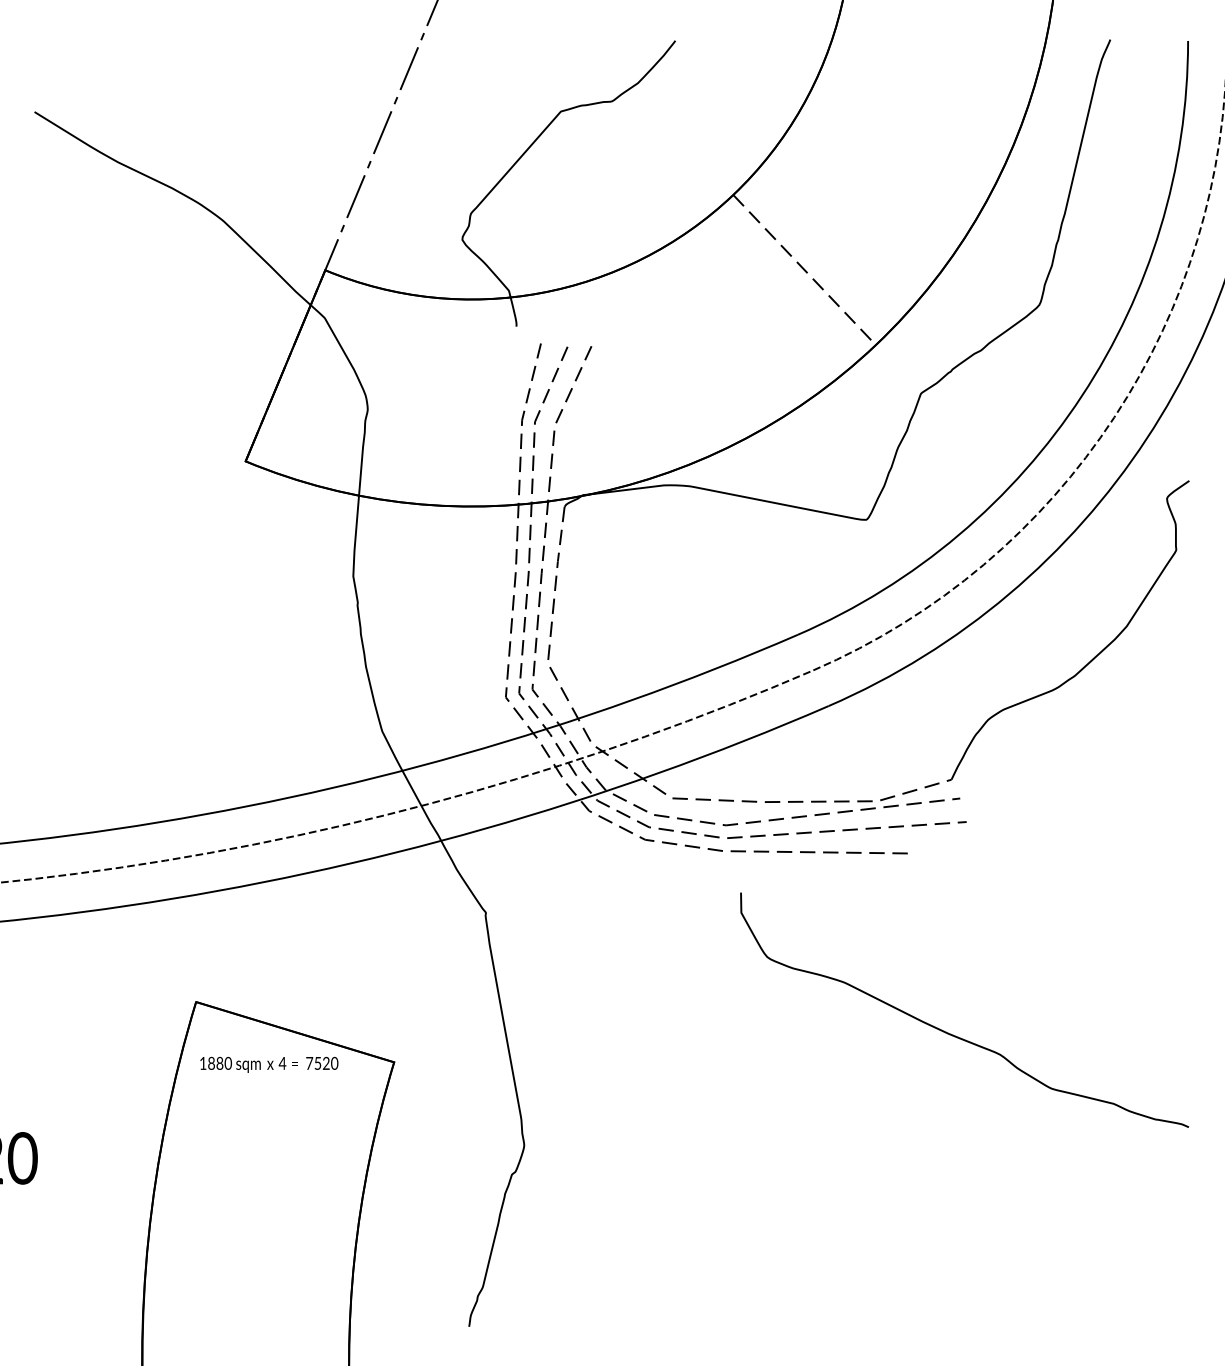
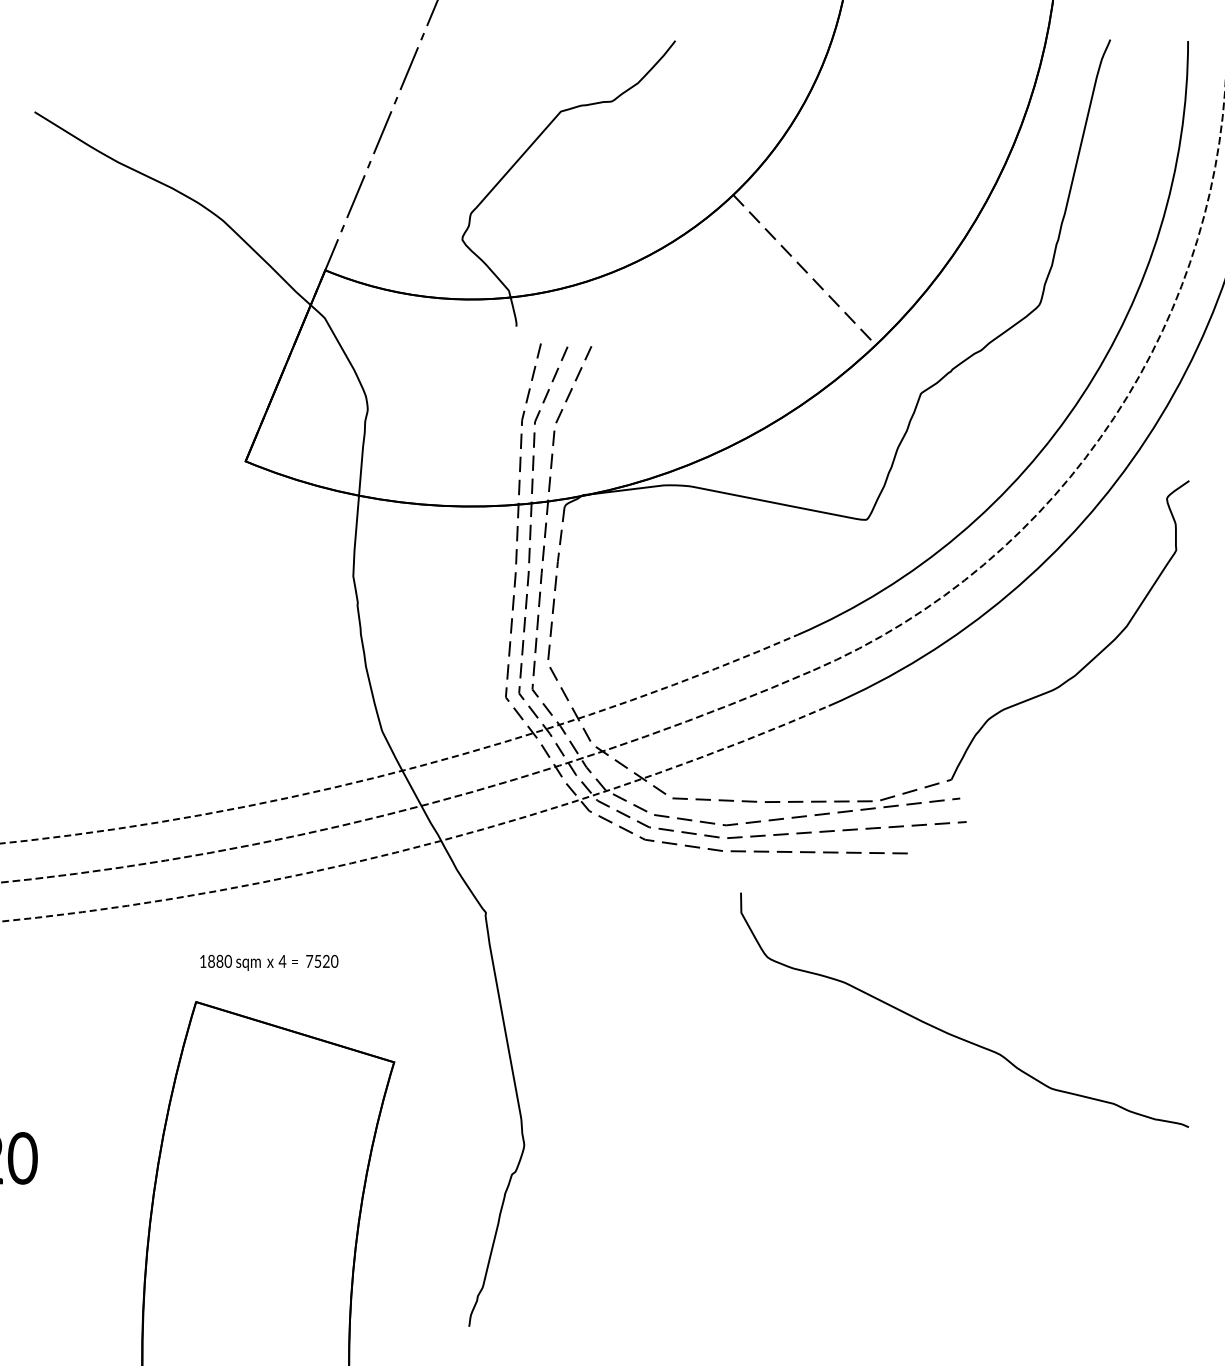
arc at (406, 769): solid -> dashed
arc at (422, 845): solid -> dashed
text at (269, 1064) position: (269, 1064) -> (269, 962)
